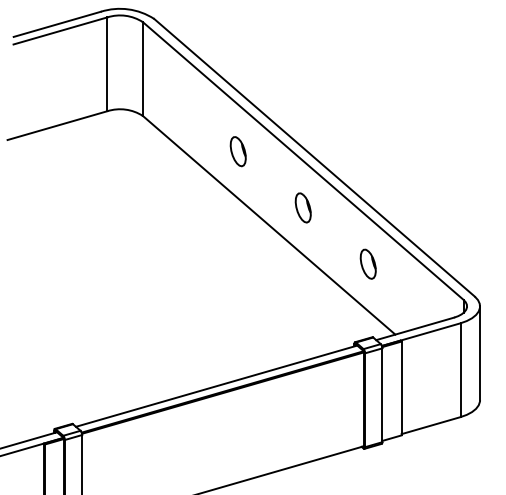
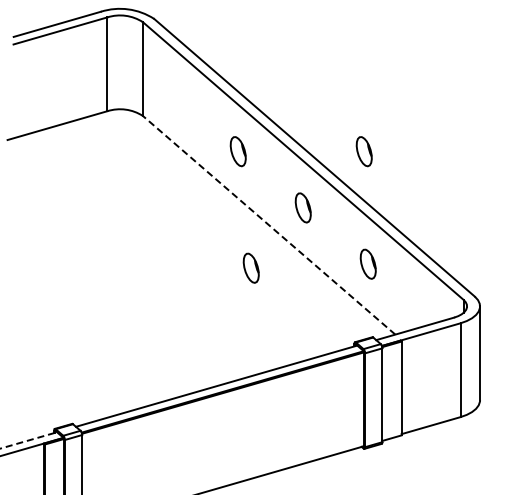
part at (363, 151): none -> present
line at (269, 225): solid -> dashed
part at (250, 267): none -> present
line at (29, 440): solid -> dashed
